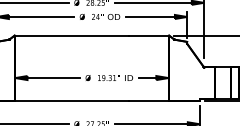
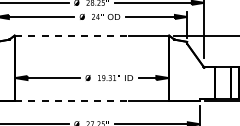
line at (71, 35): solid -> dashed
line at (71, 101): solid -> dashed
